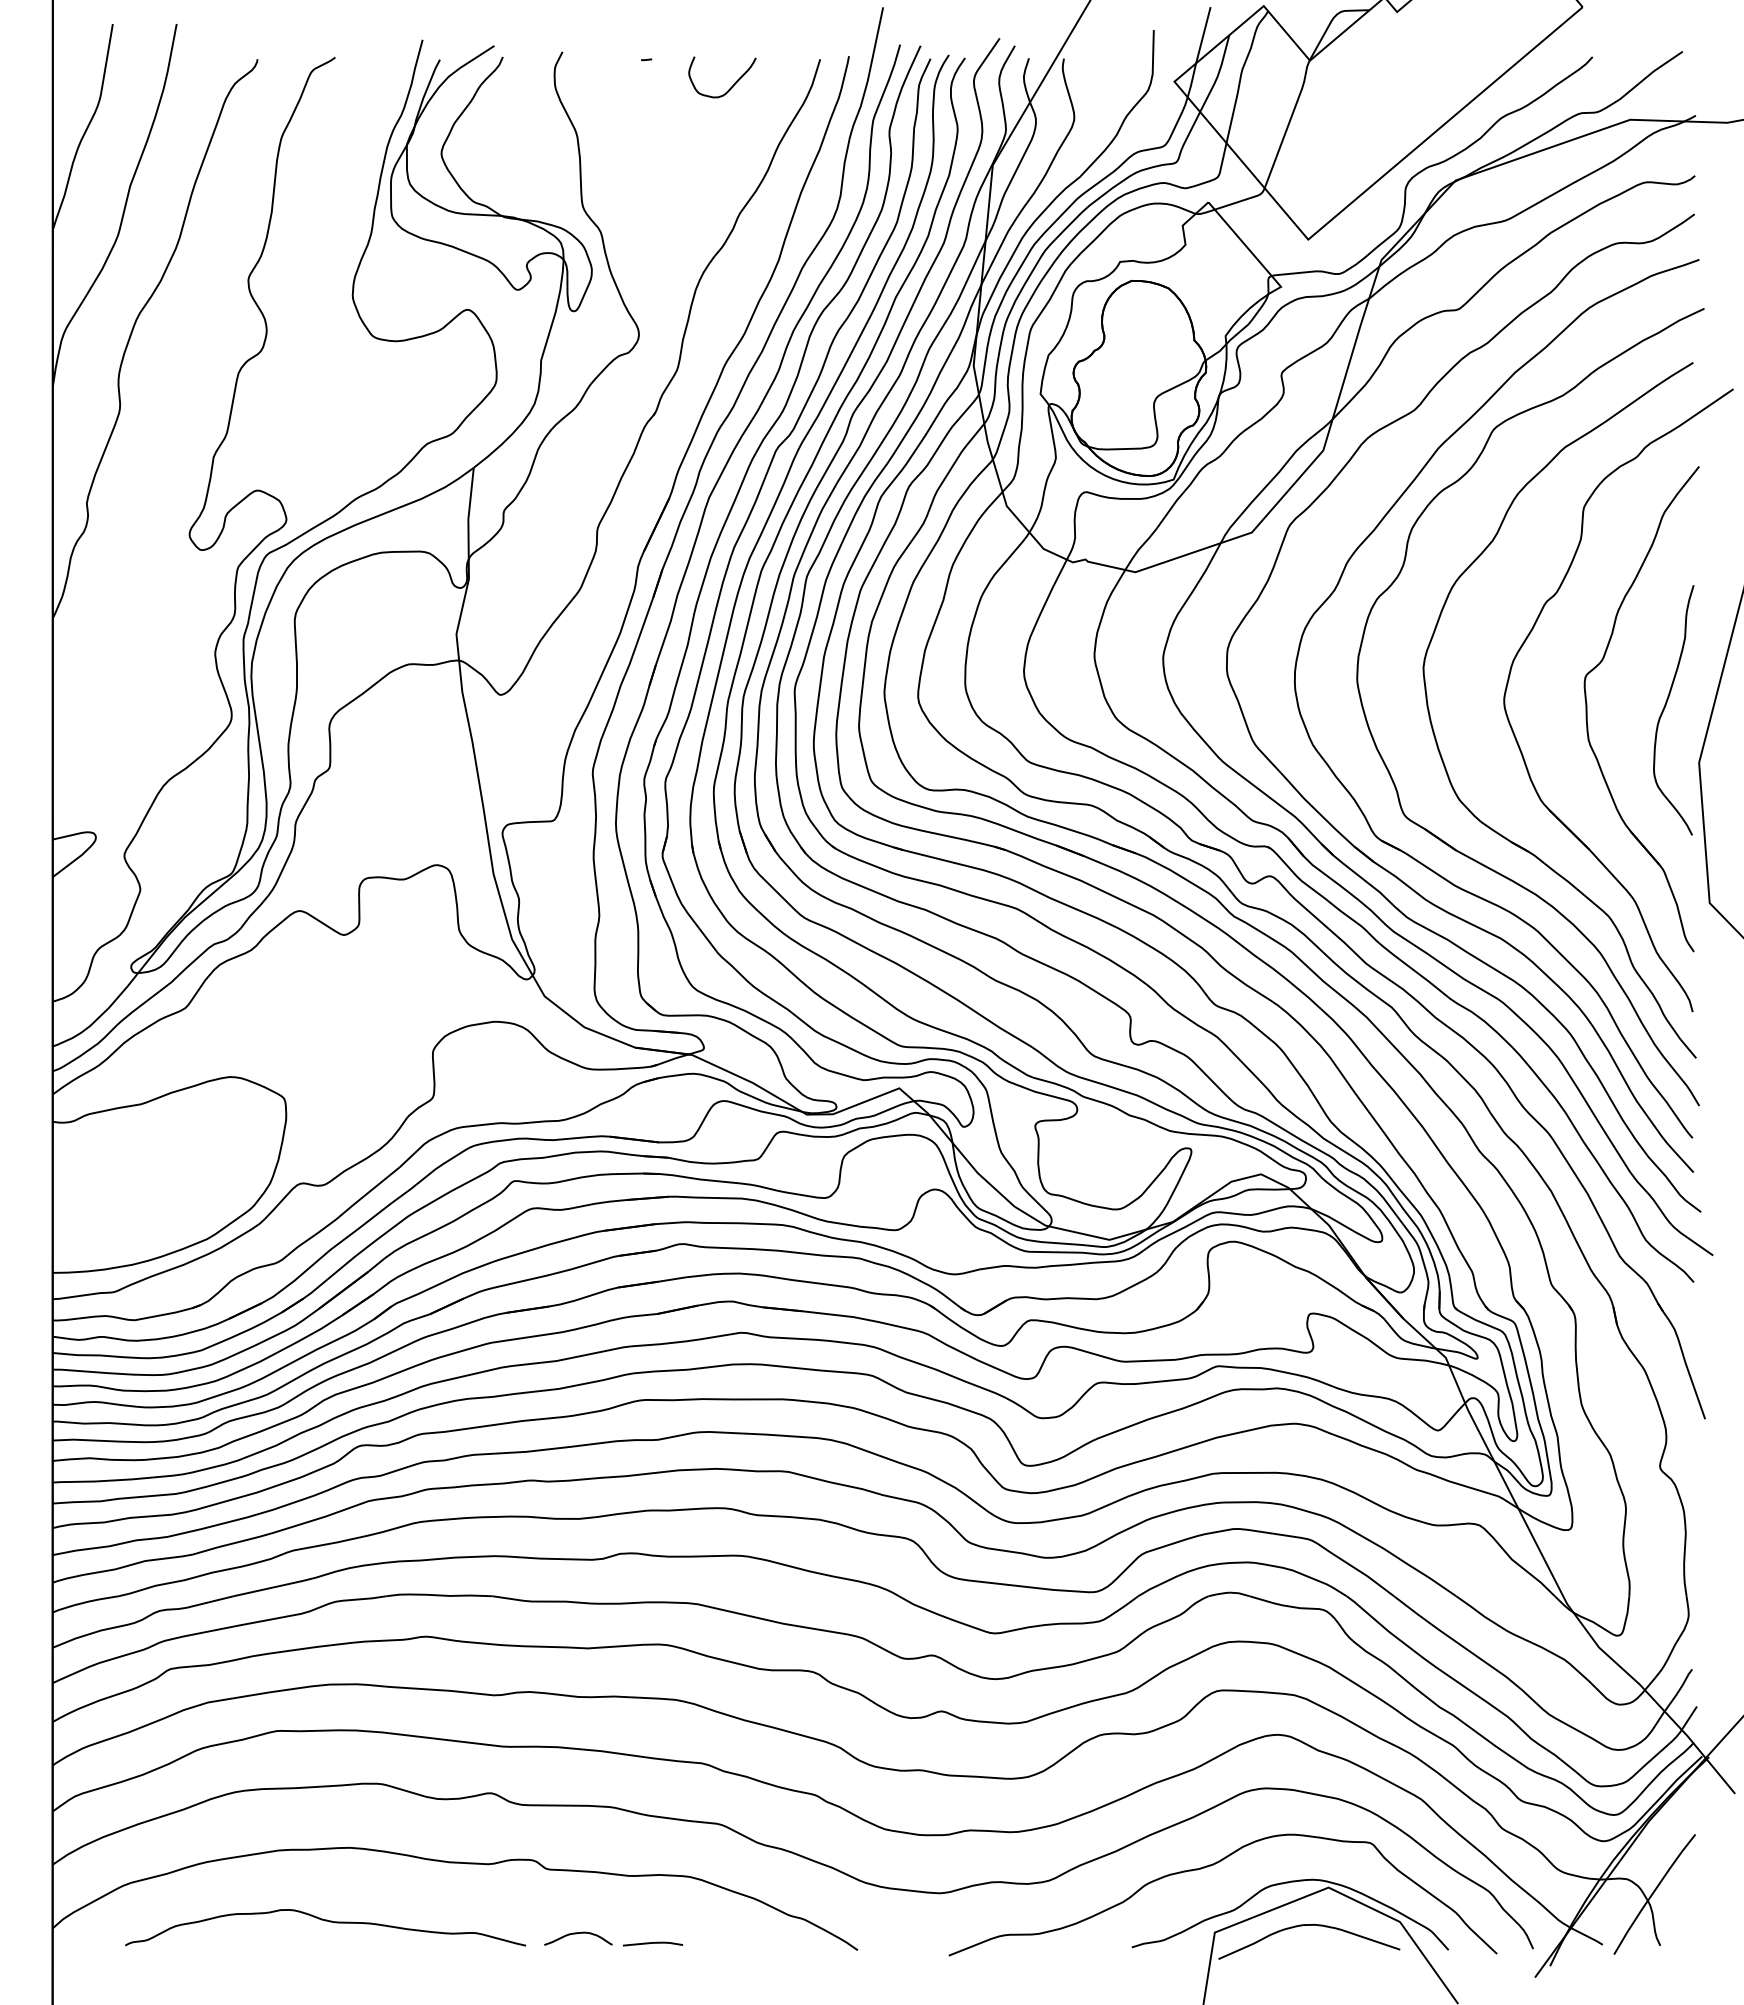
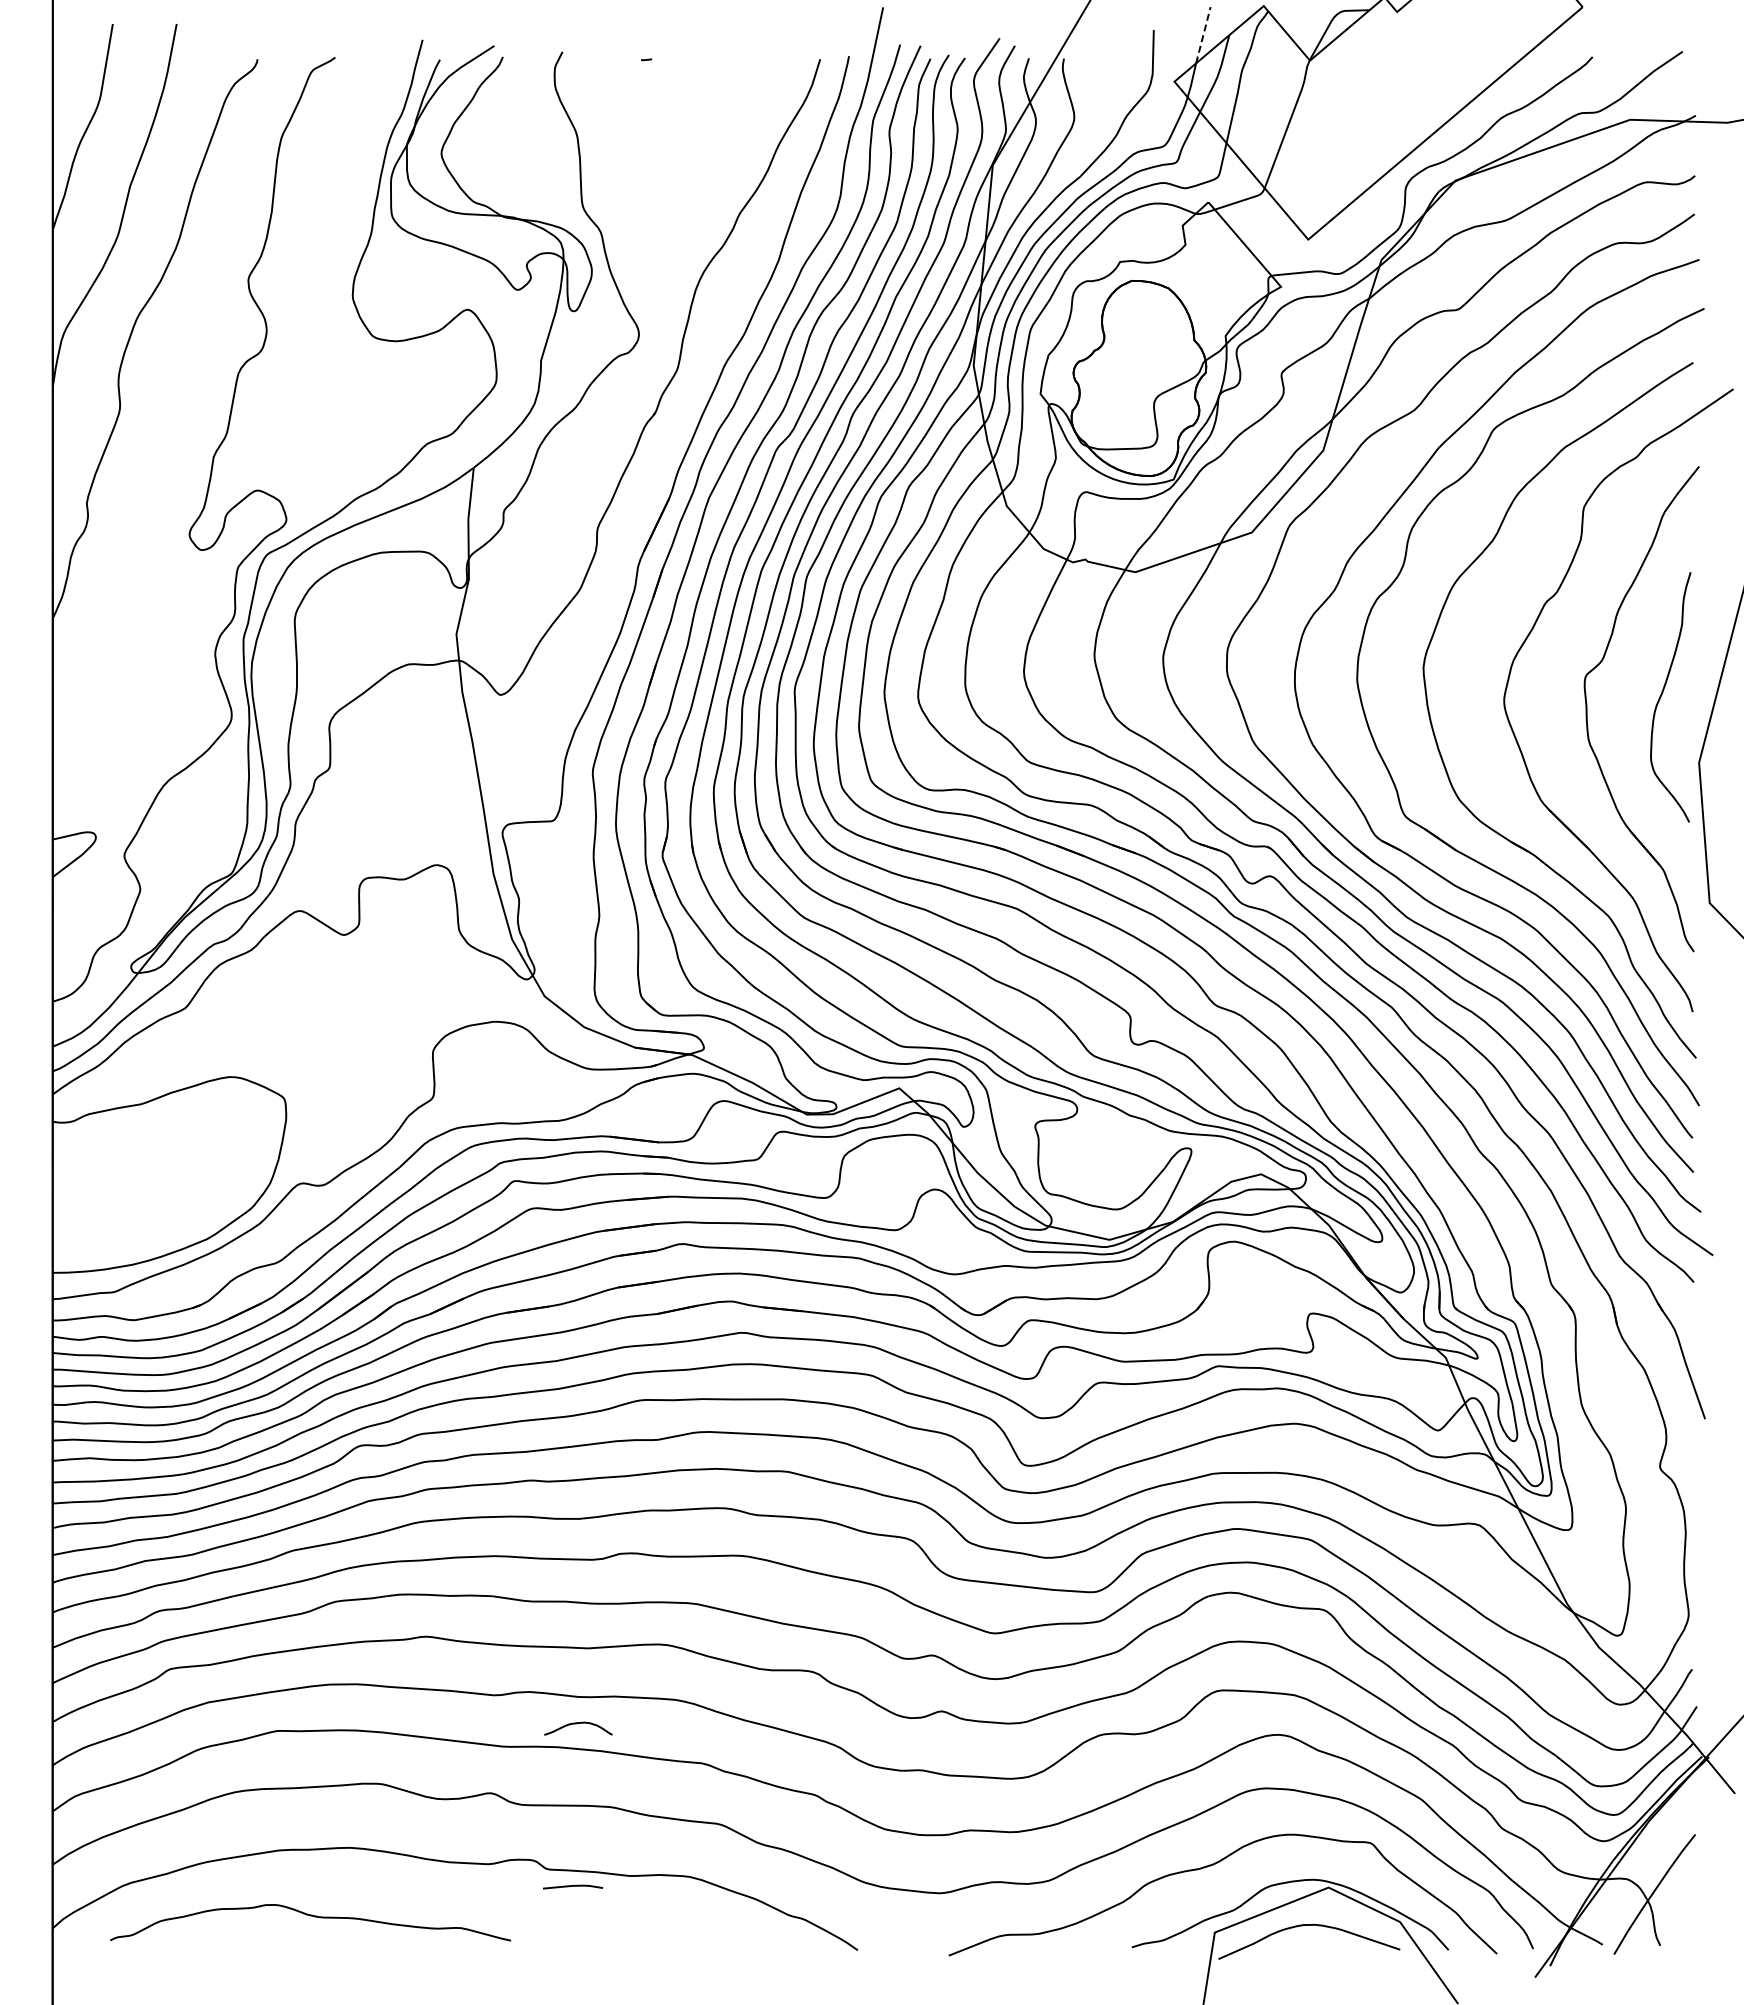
line at (1203, 34): solid -> dashed
curve at (731, 86): present -> none
curve at (1665, 708) position: (1665, 708) -> (1662, 695)
curve at (325, 1921) position: (325, 1921) -> (310, 1916)
curve at (576, 1934) position: (576, 1934) -> (576, 1724)
line at (653, 1943) position: (653, 1943) -> (573, 1886)
